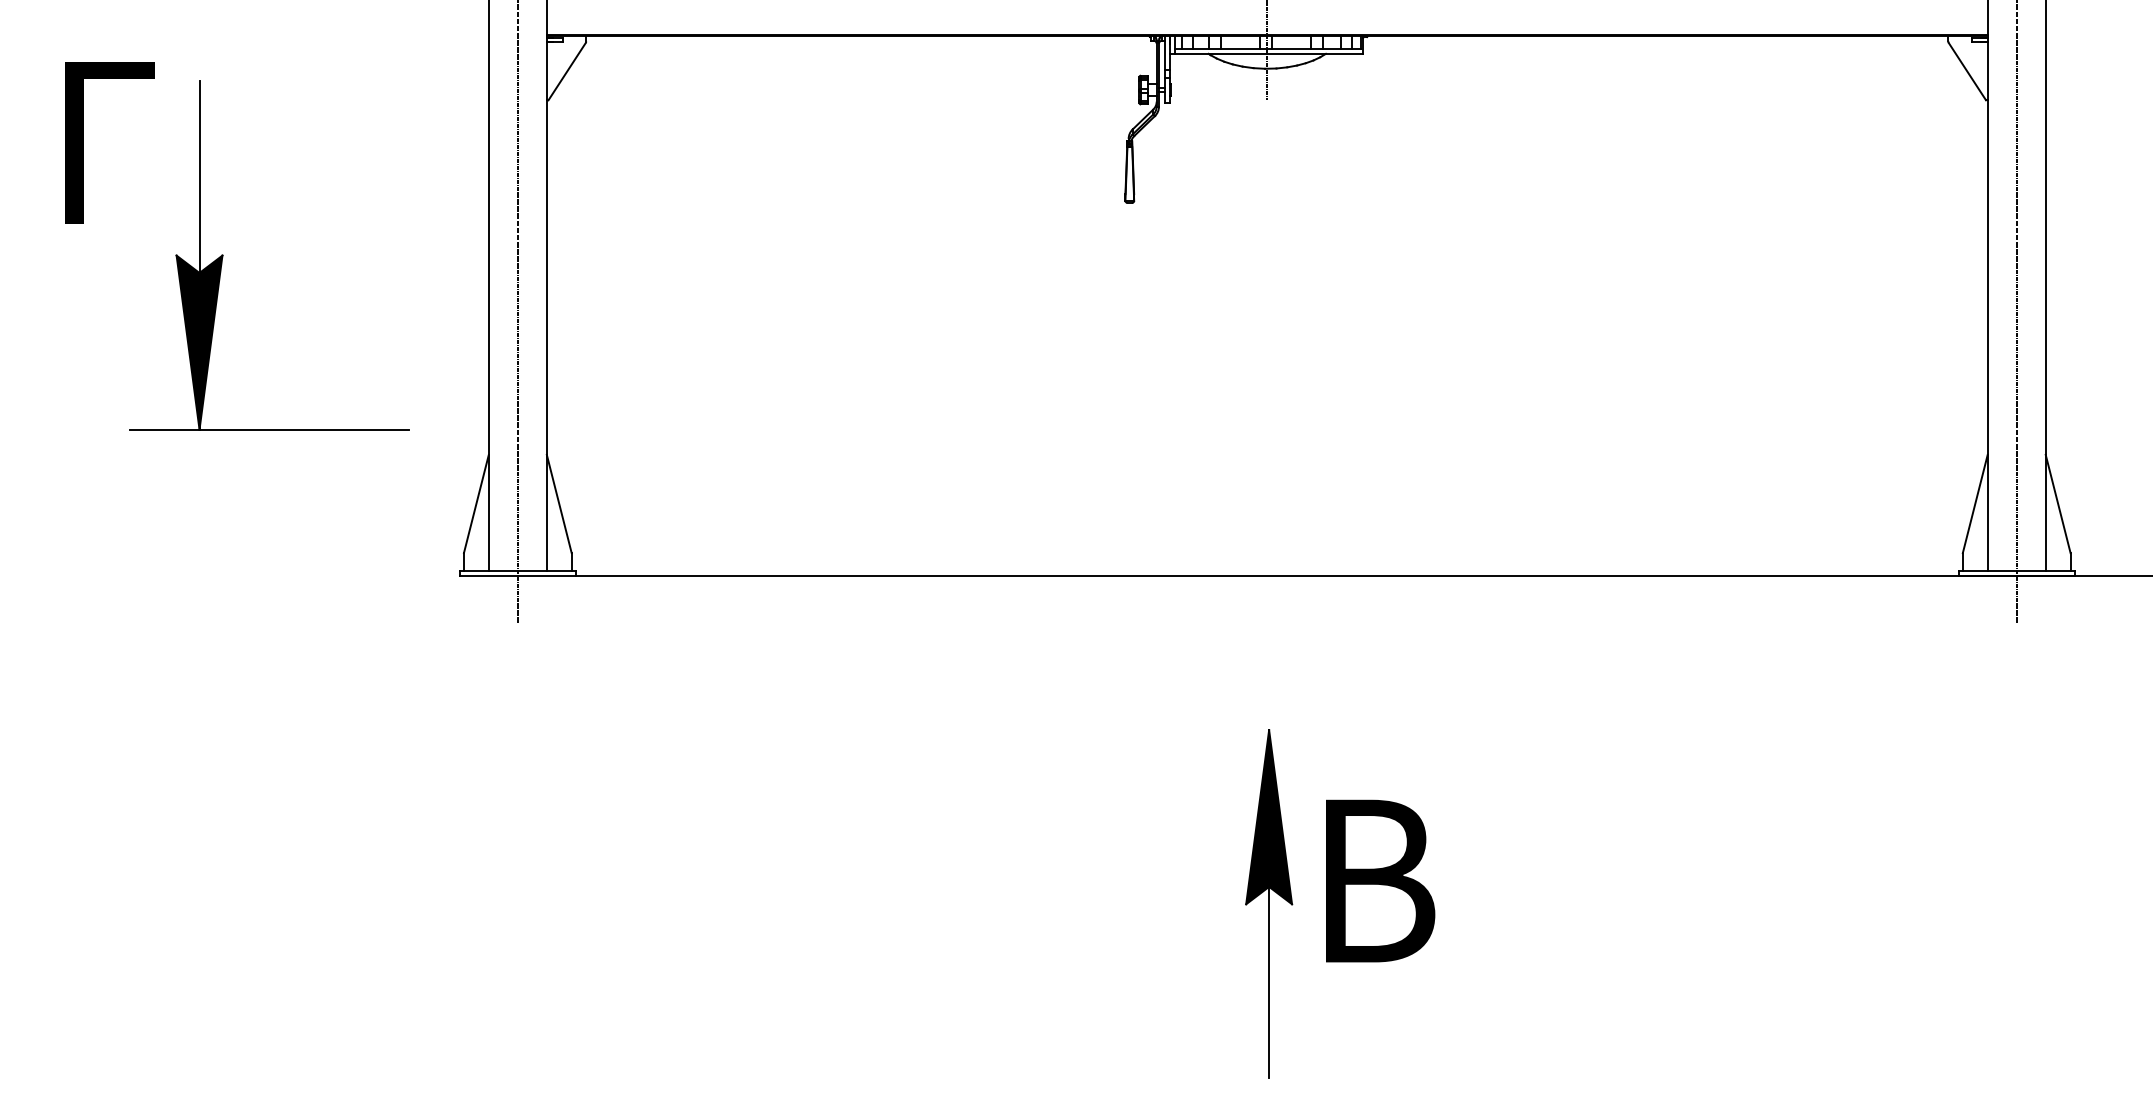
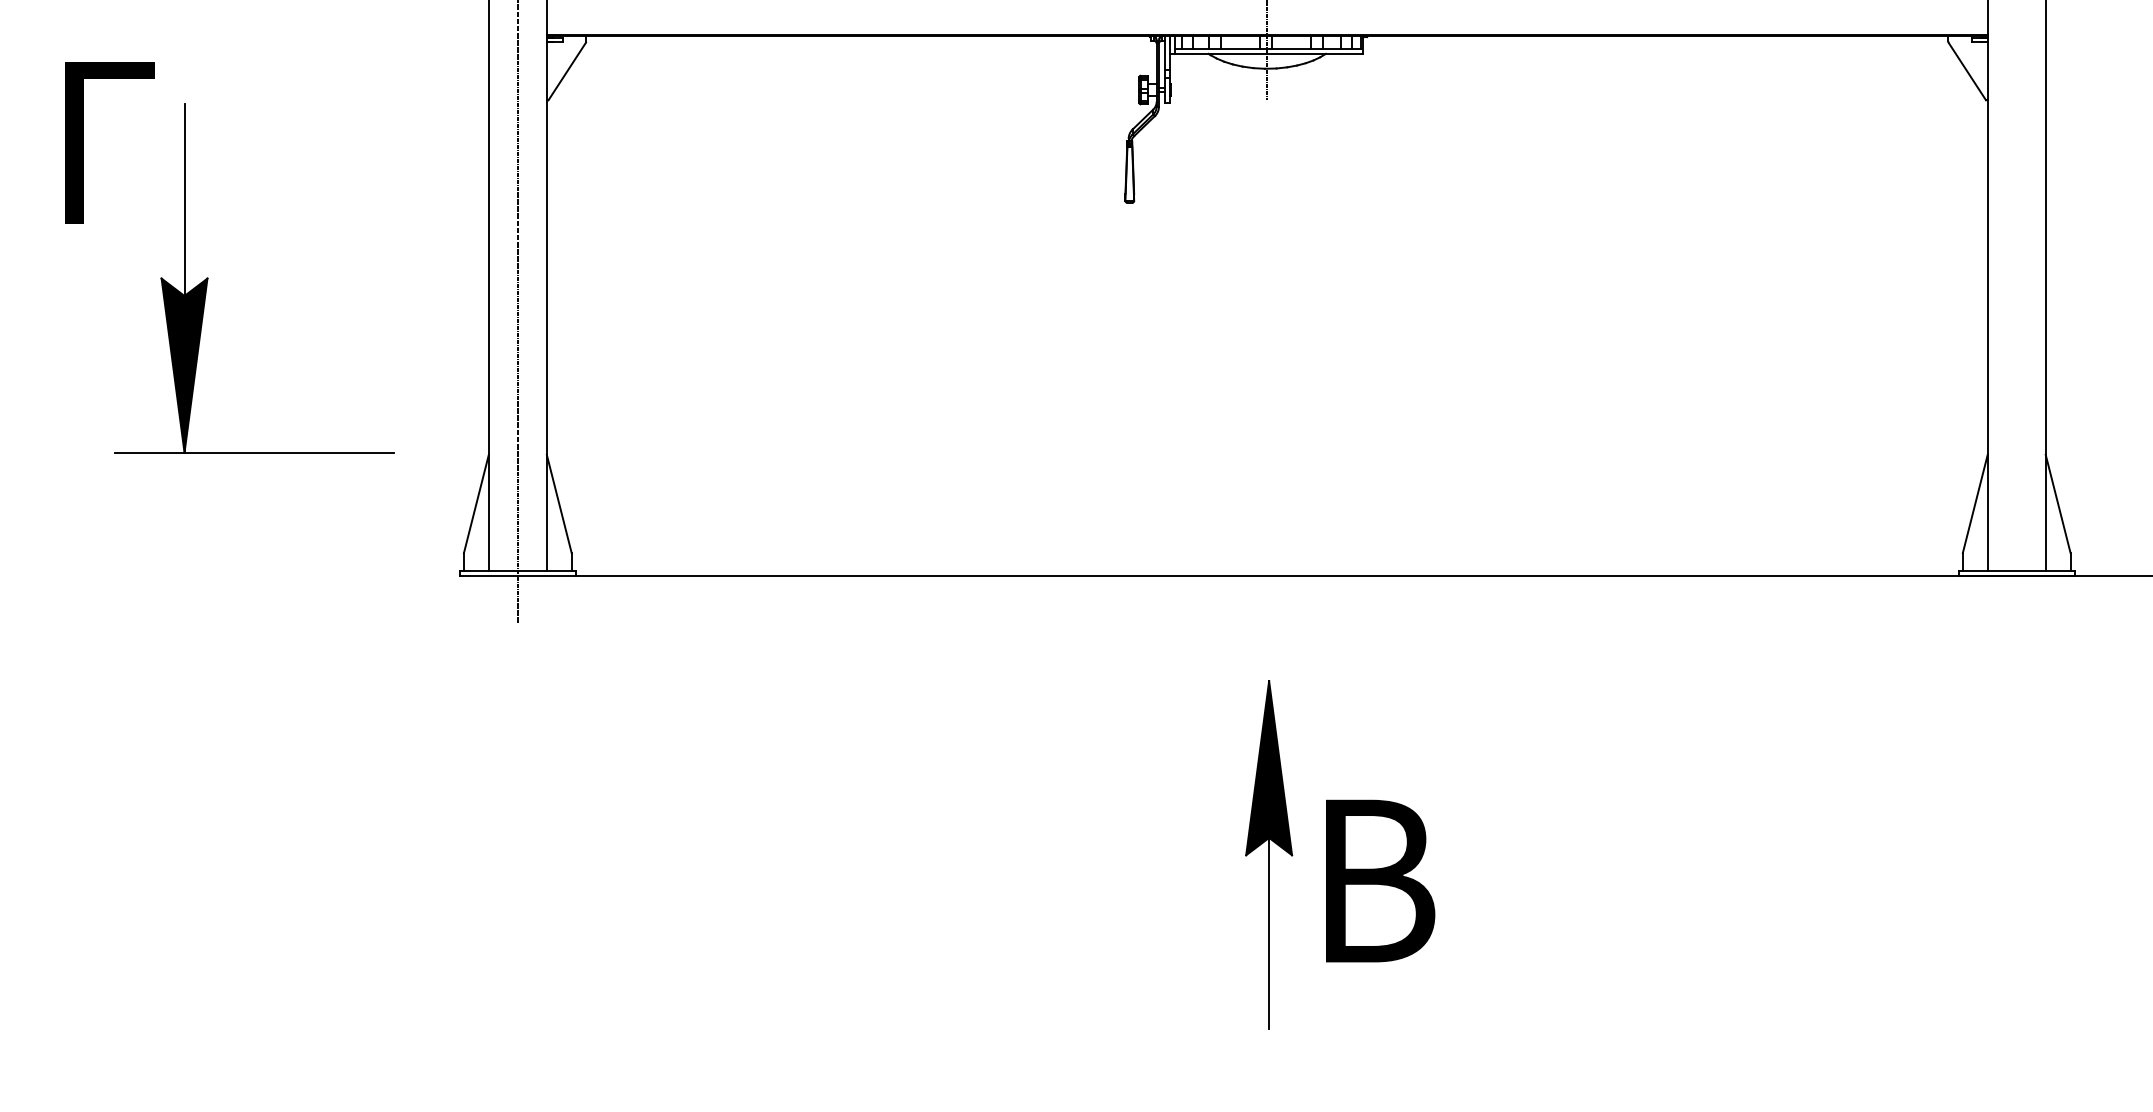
part at (223, 255) position: (223, 255) -> (208, 278)
line at (2016, 312): present -> none
part at (1269, 903) position: (1269, 903) -> (1269, 854)
